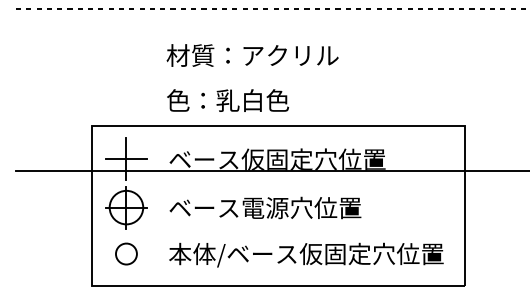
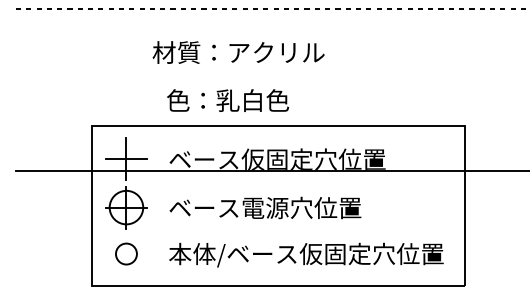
text at (252, 55) position: (252, 55) -> (238, 52)
